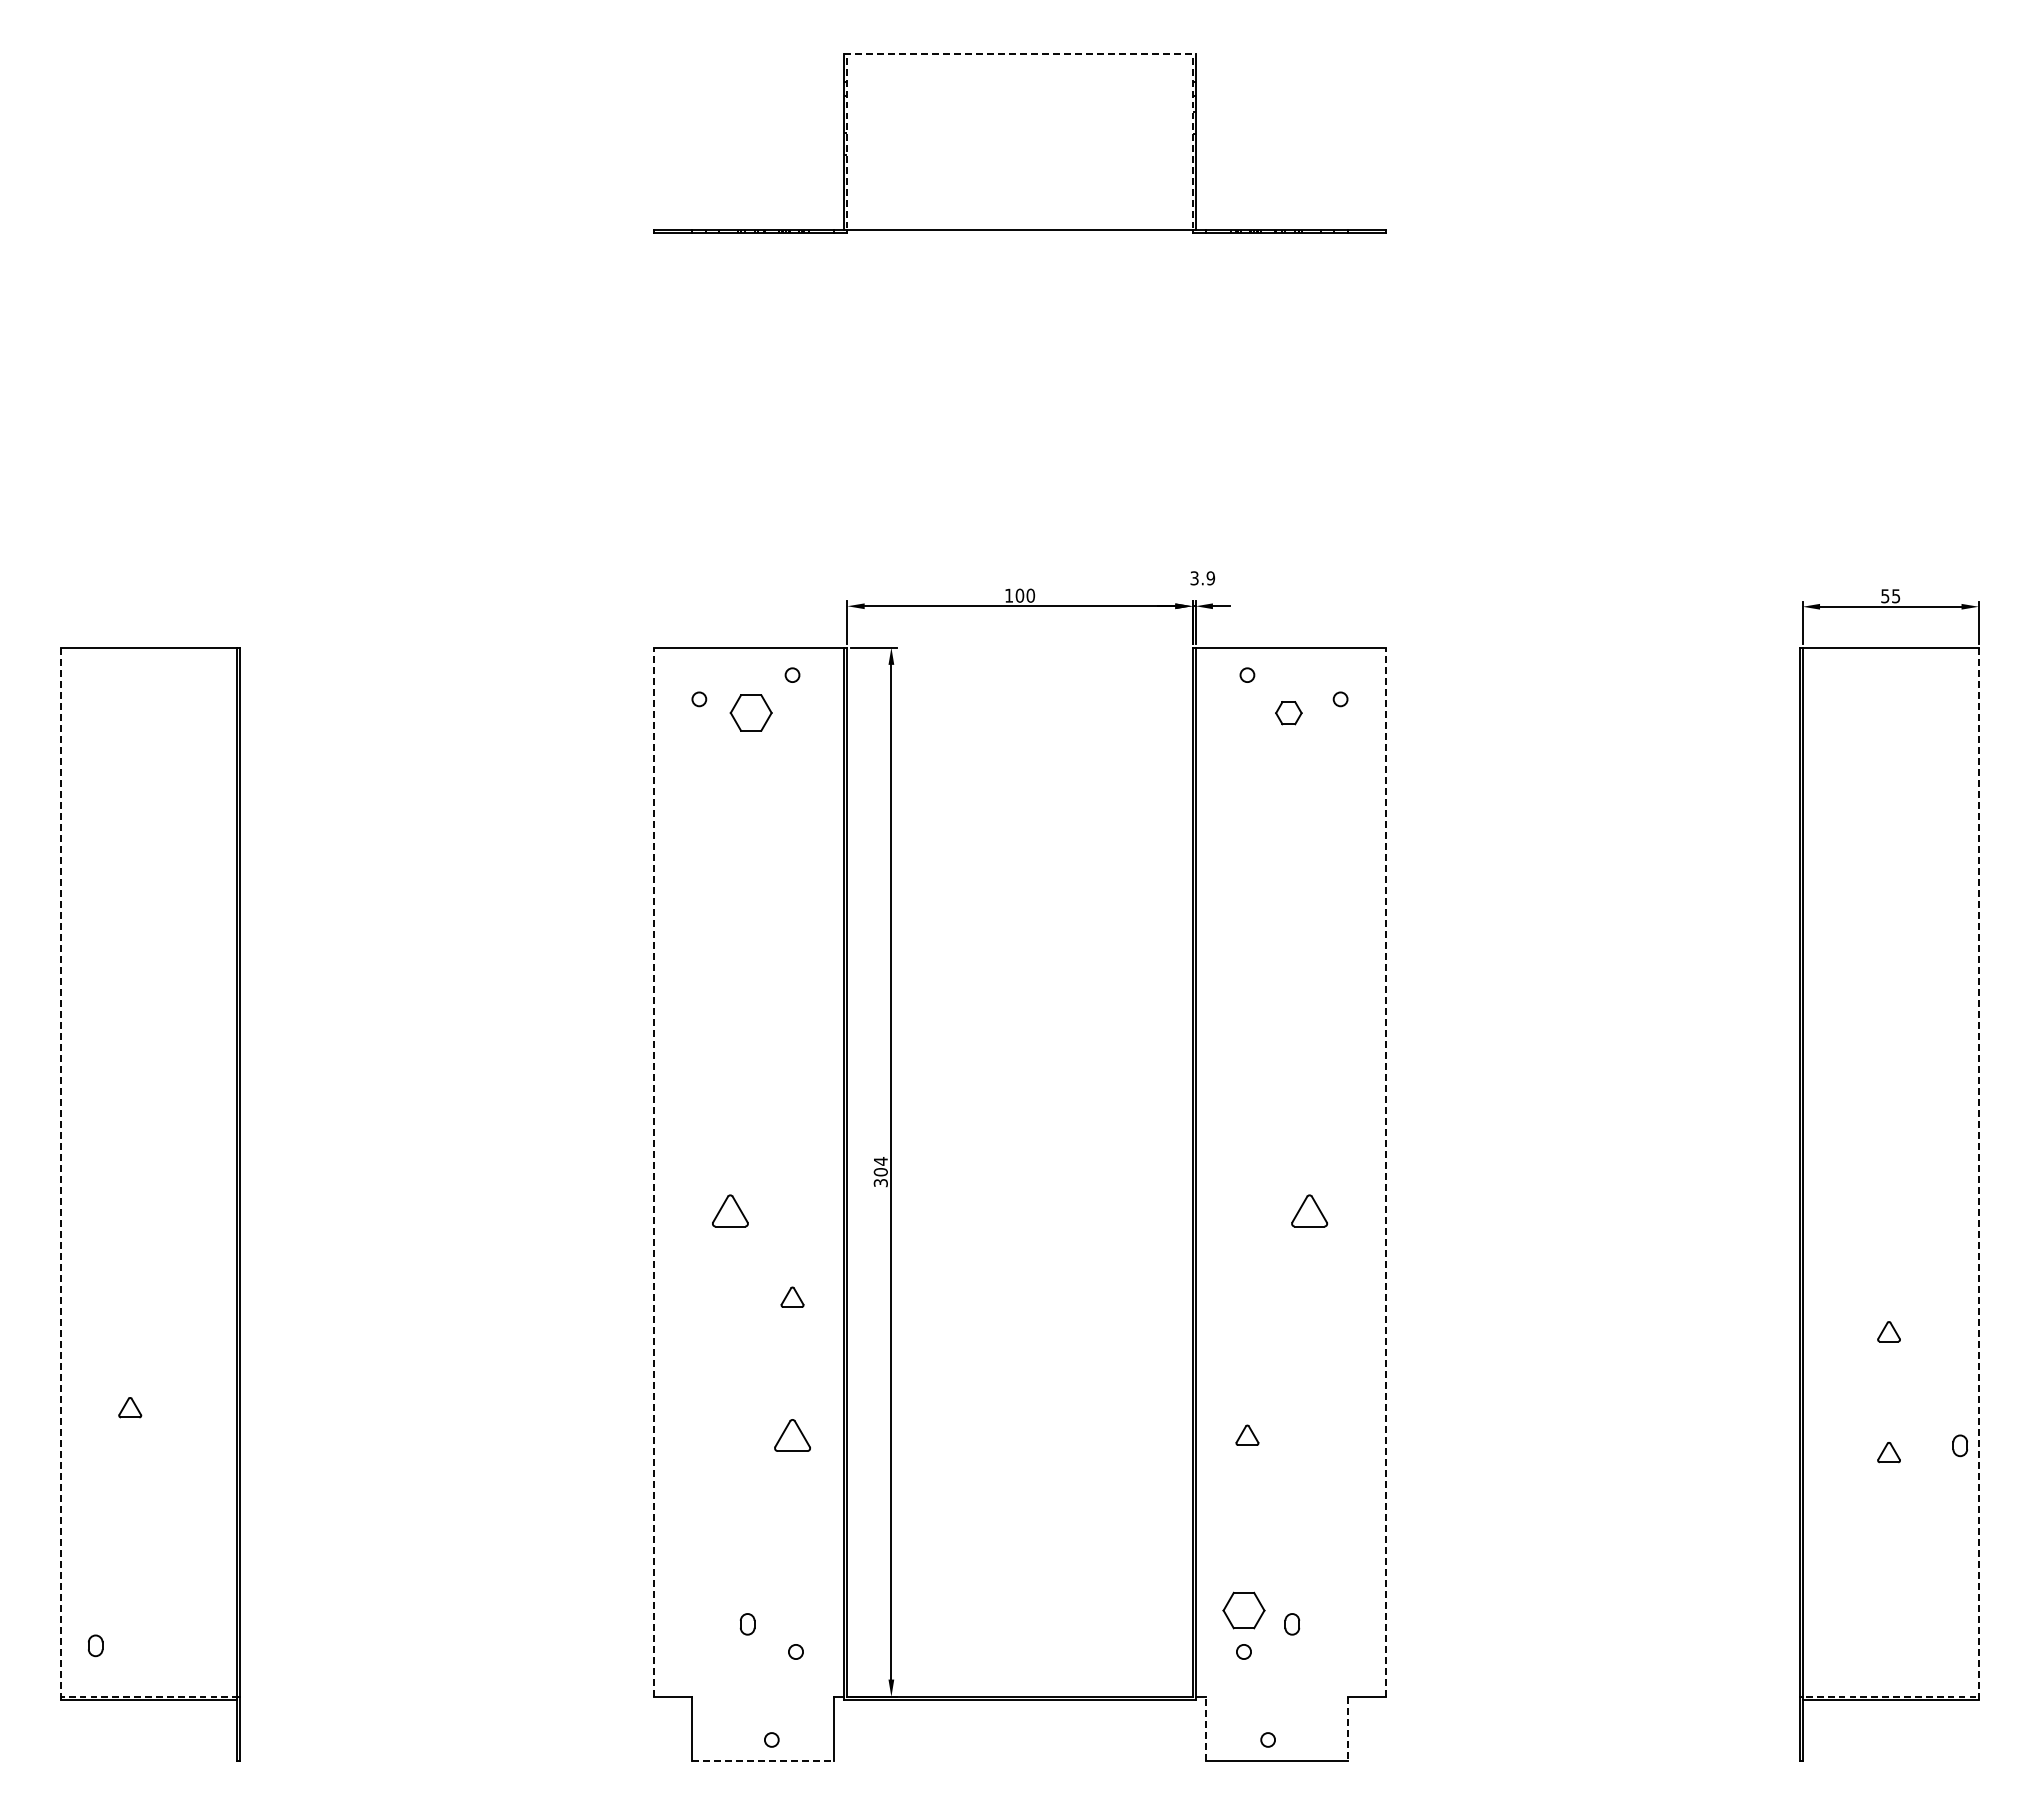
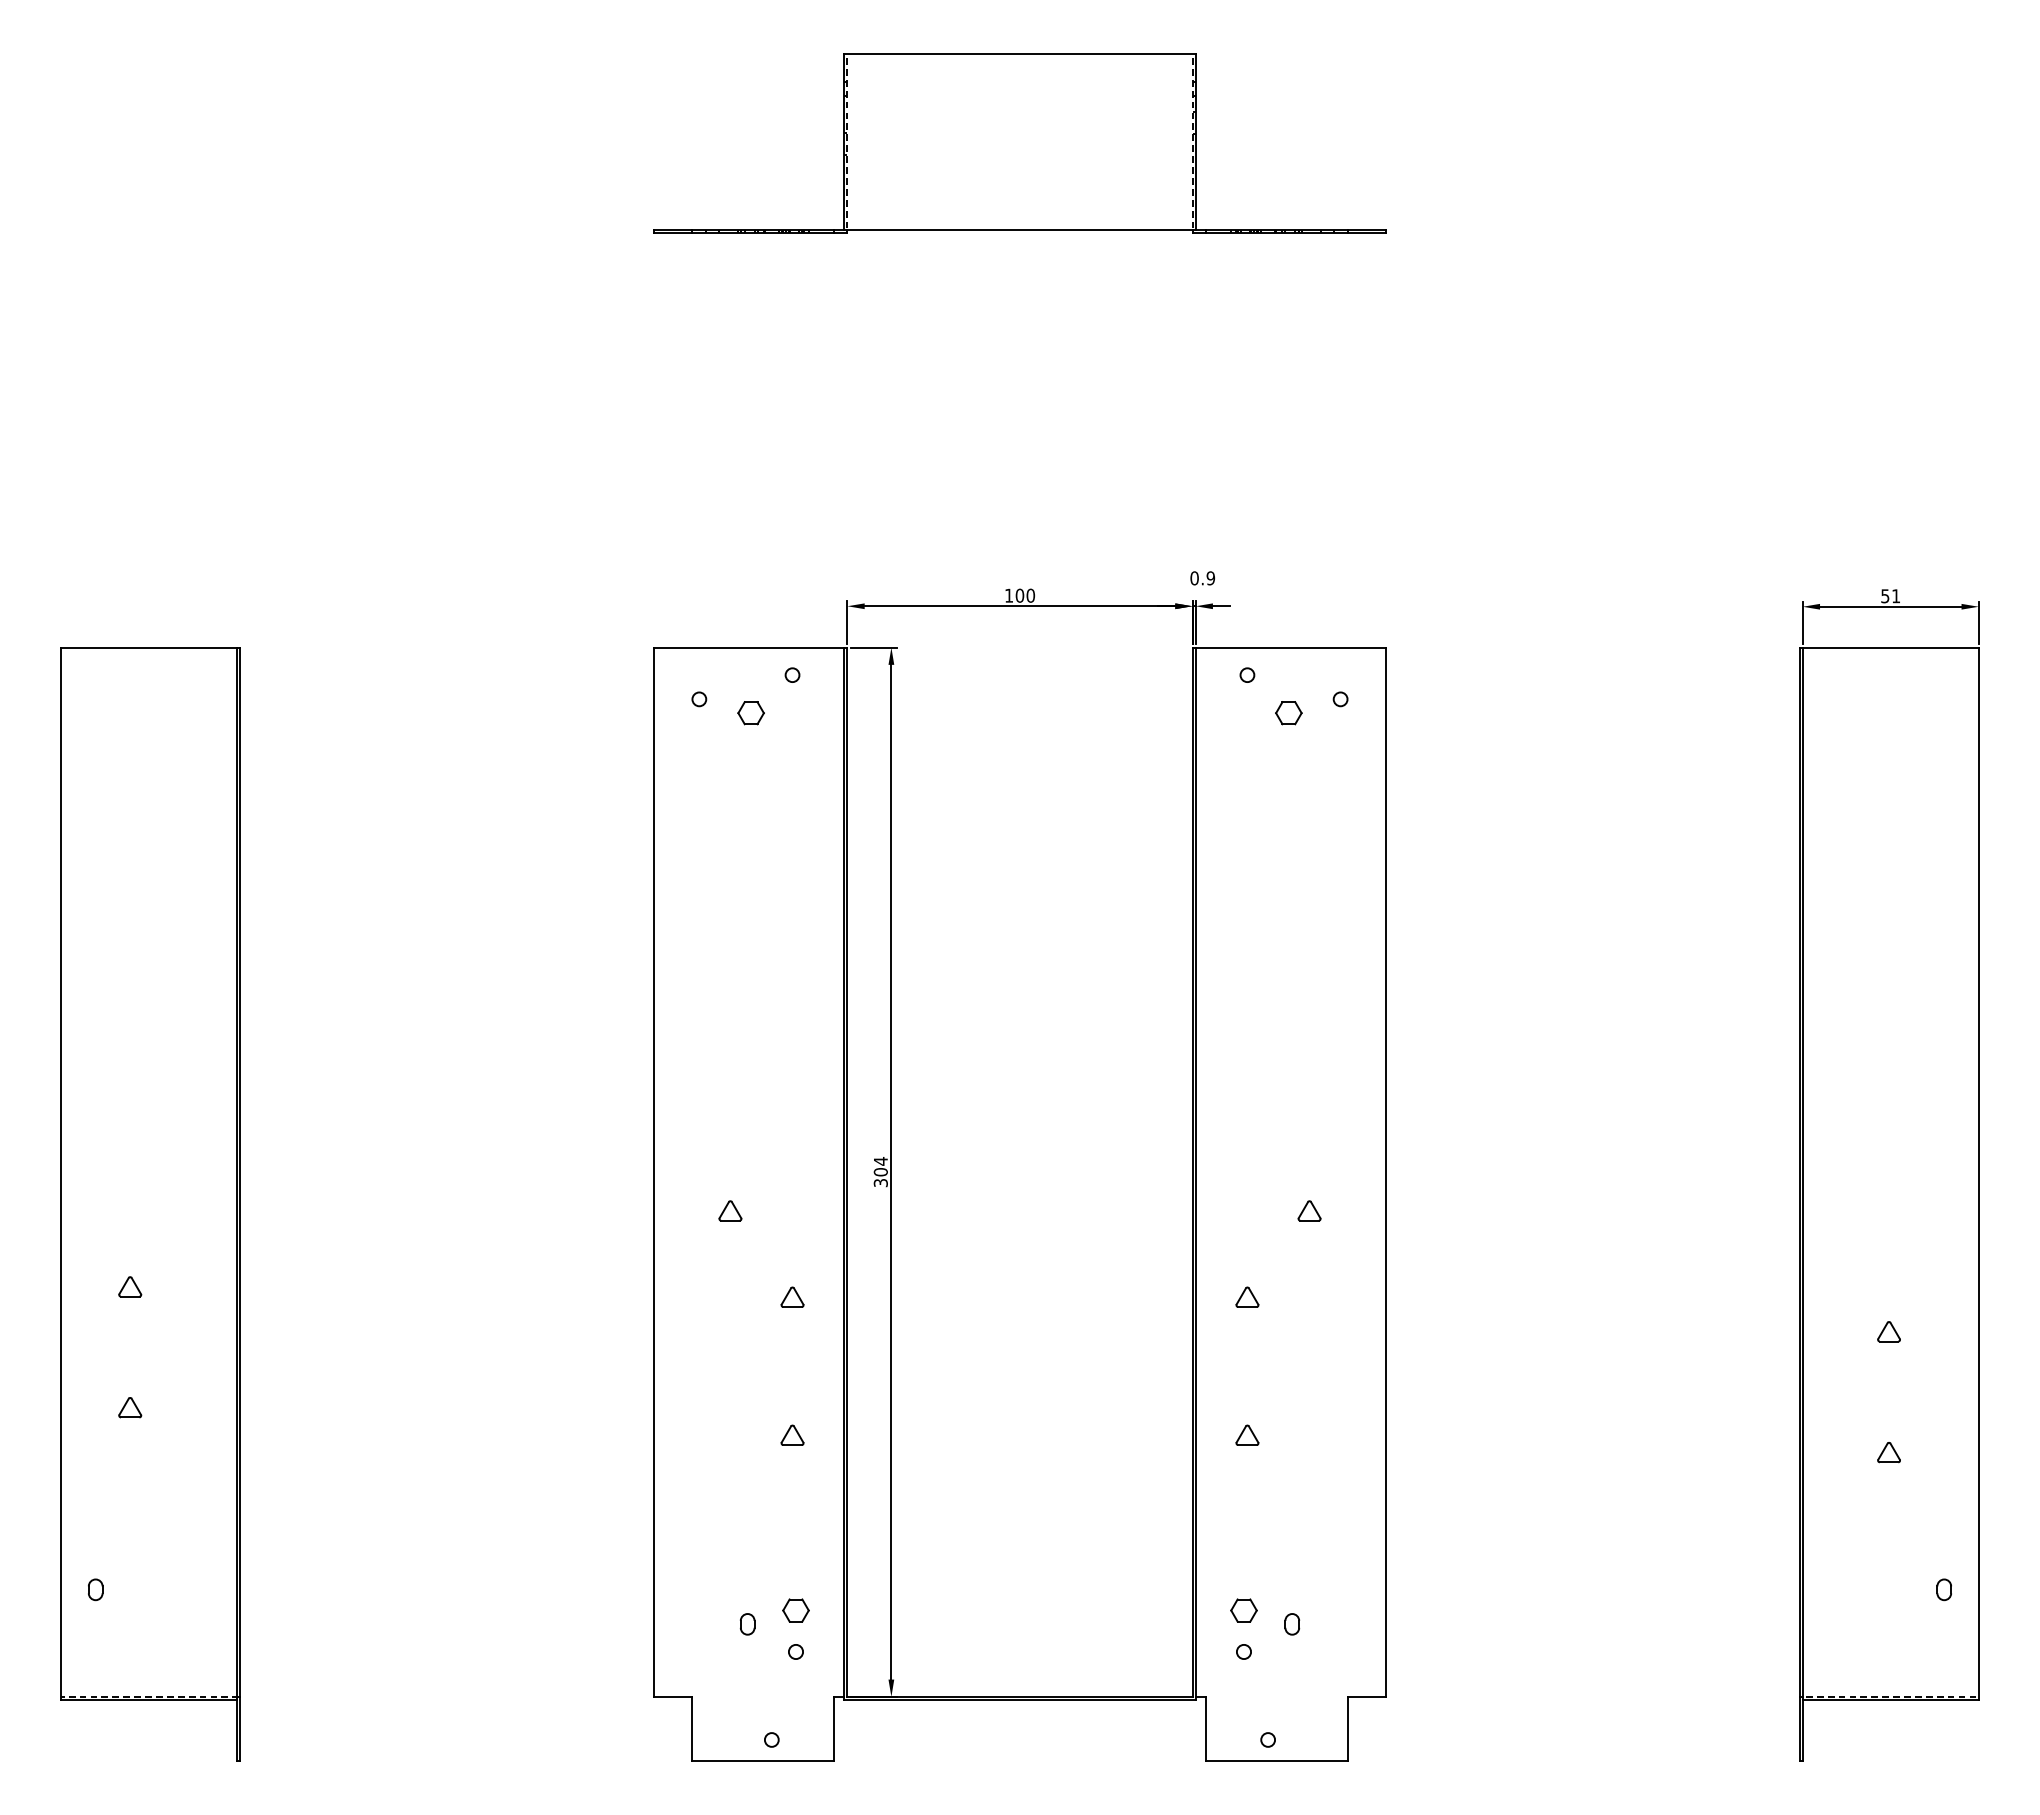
line at (1019, 54): dashed -> solid
text at (1194, 578): 3.9 -> 0.9
text at (1896, 596): 55 -> 51
part at (750, 712) size: 44x38 px -> 28x25 px
line at (654, 1172): dashed -> solid
line at (1385, 1172): dashed -> solid
line at (61, 1173): dashed -> solid
line at (1978, 1173): dashed -> solid
part at (730, 1210) size: 37x34 px -> 25x22 px
part at (1309, 1210) size: 38x34 px -> 25x22 px
part at (130, 1286): none -> present
part at (1247, 1296): none -> present
part at (792, 1435) size: 37x33 px -> 25x22 px
part at (1959, 1445) position: (1959, 1445) -> (1943, 1589)
part at (795, 1610): none -> present
part at (1243, 1610) size: 44x39 px -> 28x25 px
part at (95, 1645) position: (95, 1645) -> (95, 1589)
line at (1206, 1728): dashed -> solid
line at (1347, 1728): dashed -> solid
line at (763, 1760): dashed -> solid
